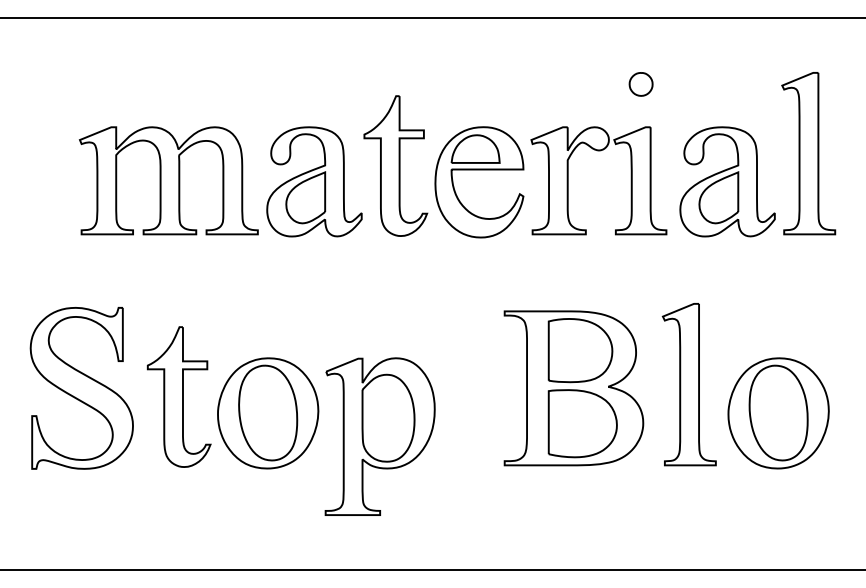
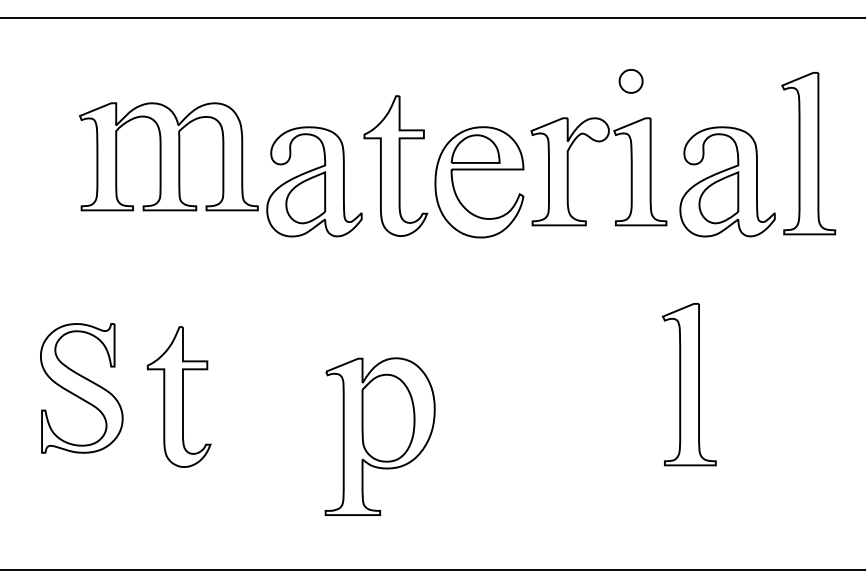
part at (640, 84) position: (640, 84) -> (630, 81)
part at (598, 151) position: (598, 151) -> (598, 142)
part at (168, 180) position: (168, 180) -> (168, 156)
part at (81, 388) size: 105x163 px -> 84x131 px
part at (573, 388): present -> none
part at (268, 413): present -> none
part at (778, 413): present -> none
